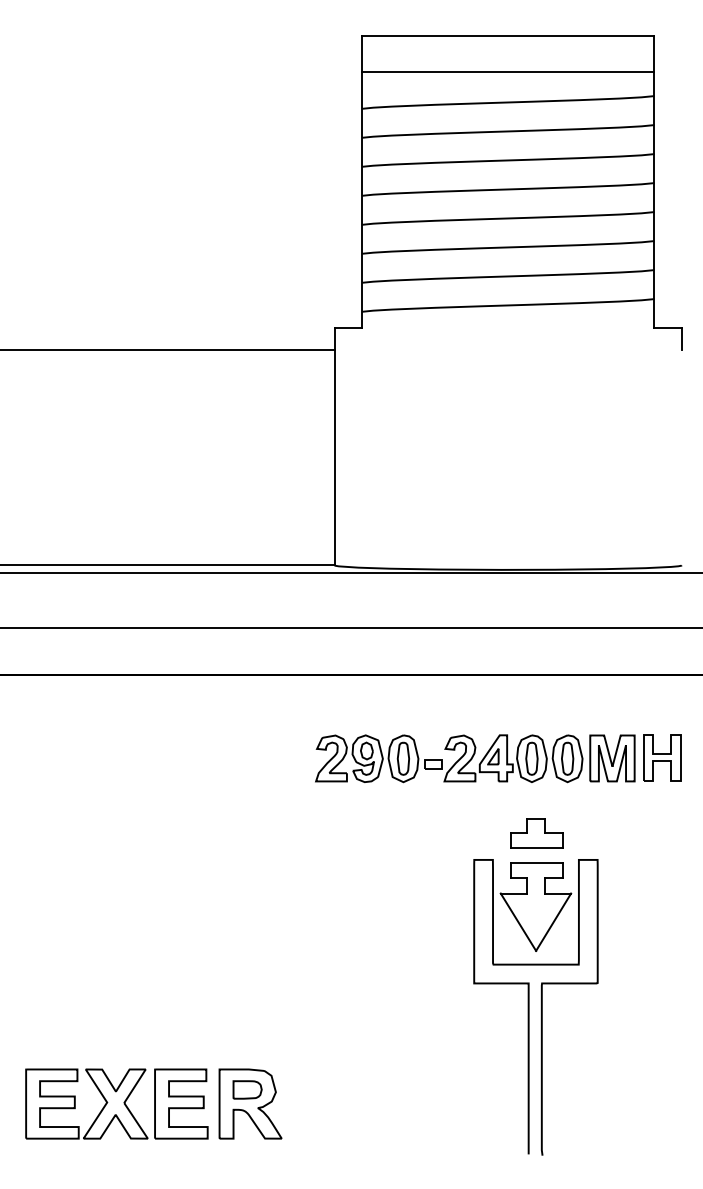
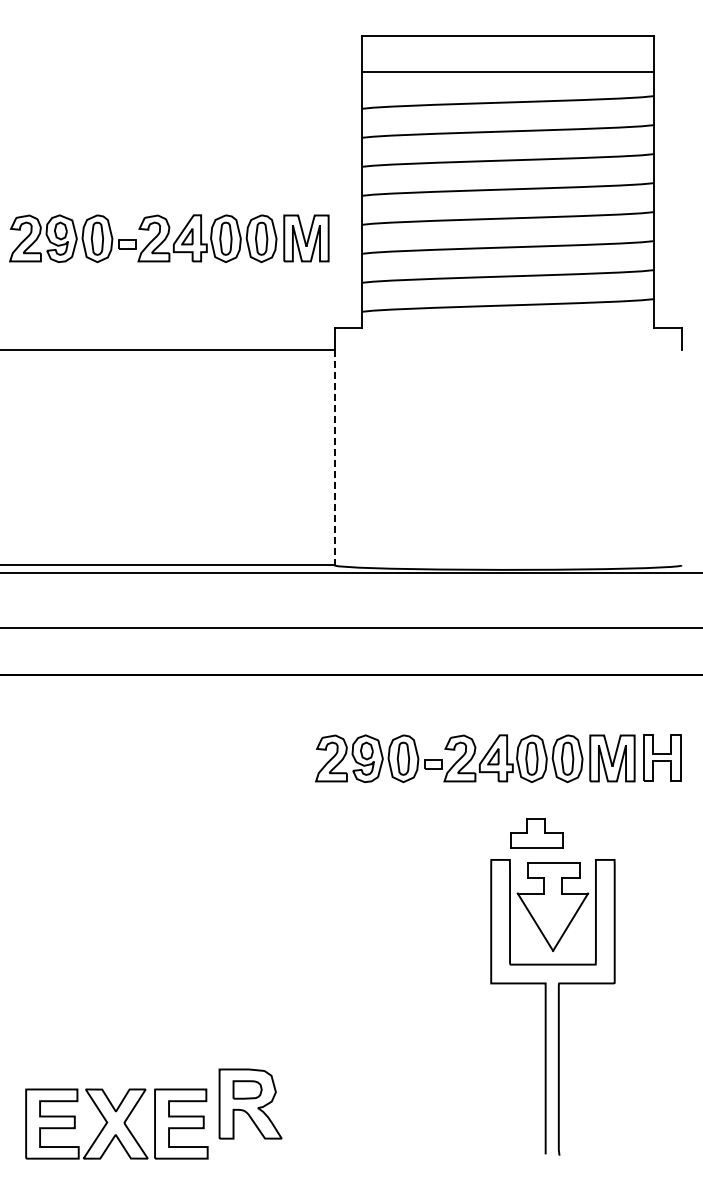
part at (169, 238): none -> present
line at (334, 457): solid -> dashed
part at (535, 1007) position: (535, 1007) -> (552, 1007)
part at (116, 1103) position: (116, 1103) -> (116, 1123)
